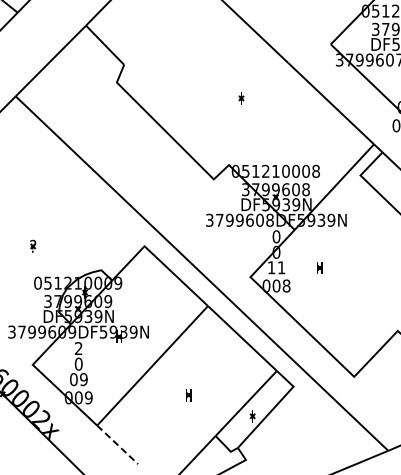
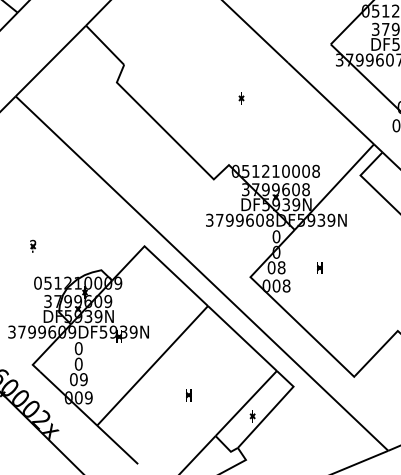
text at (276, 267): 11 -> 08
text at (78, 348): 2 -> 0
line at (118, 445): dashed -> solid
